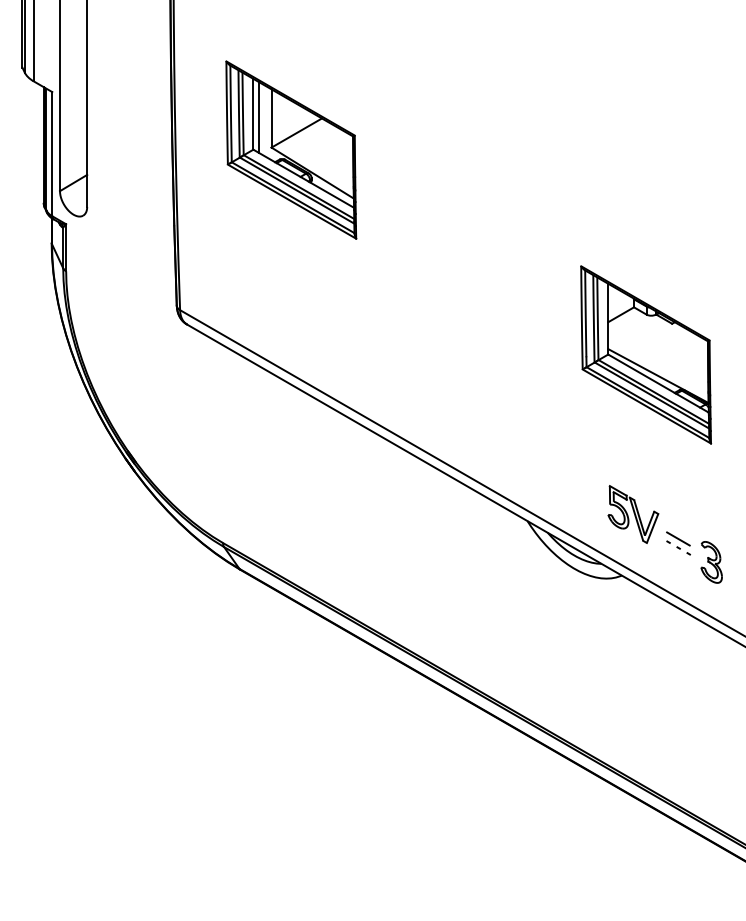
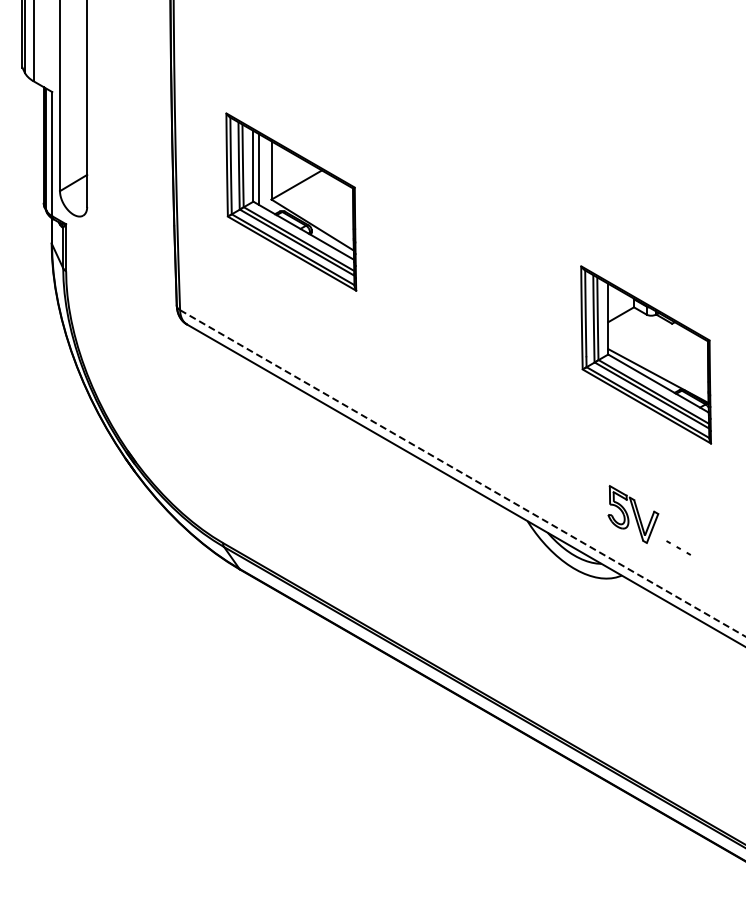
part at (291, 149) position: (291, 149) -> (291, 201)
line at (463, 473): solid -> dashed
line at (678, 538): present -> none
part at (711, 562): present -> none
